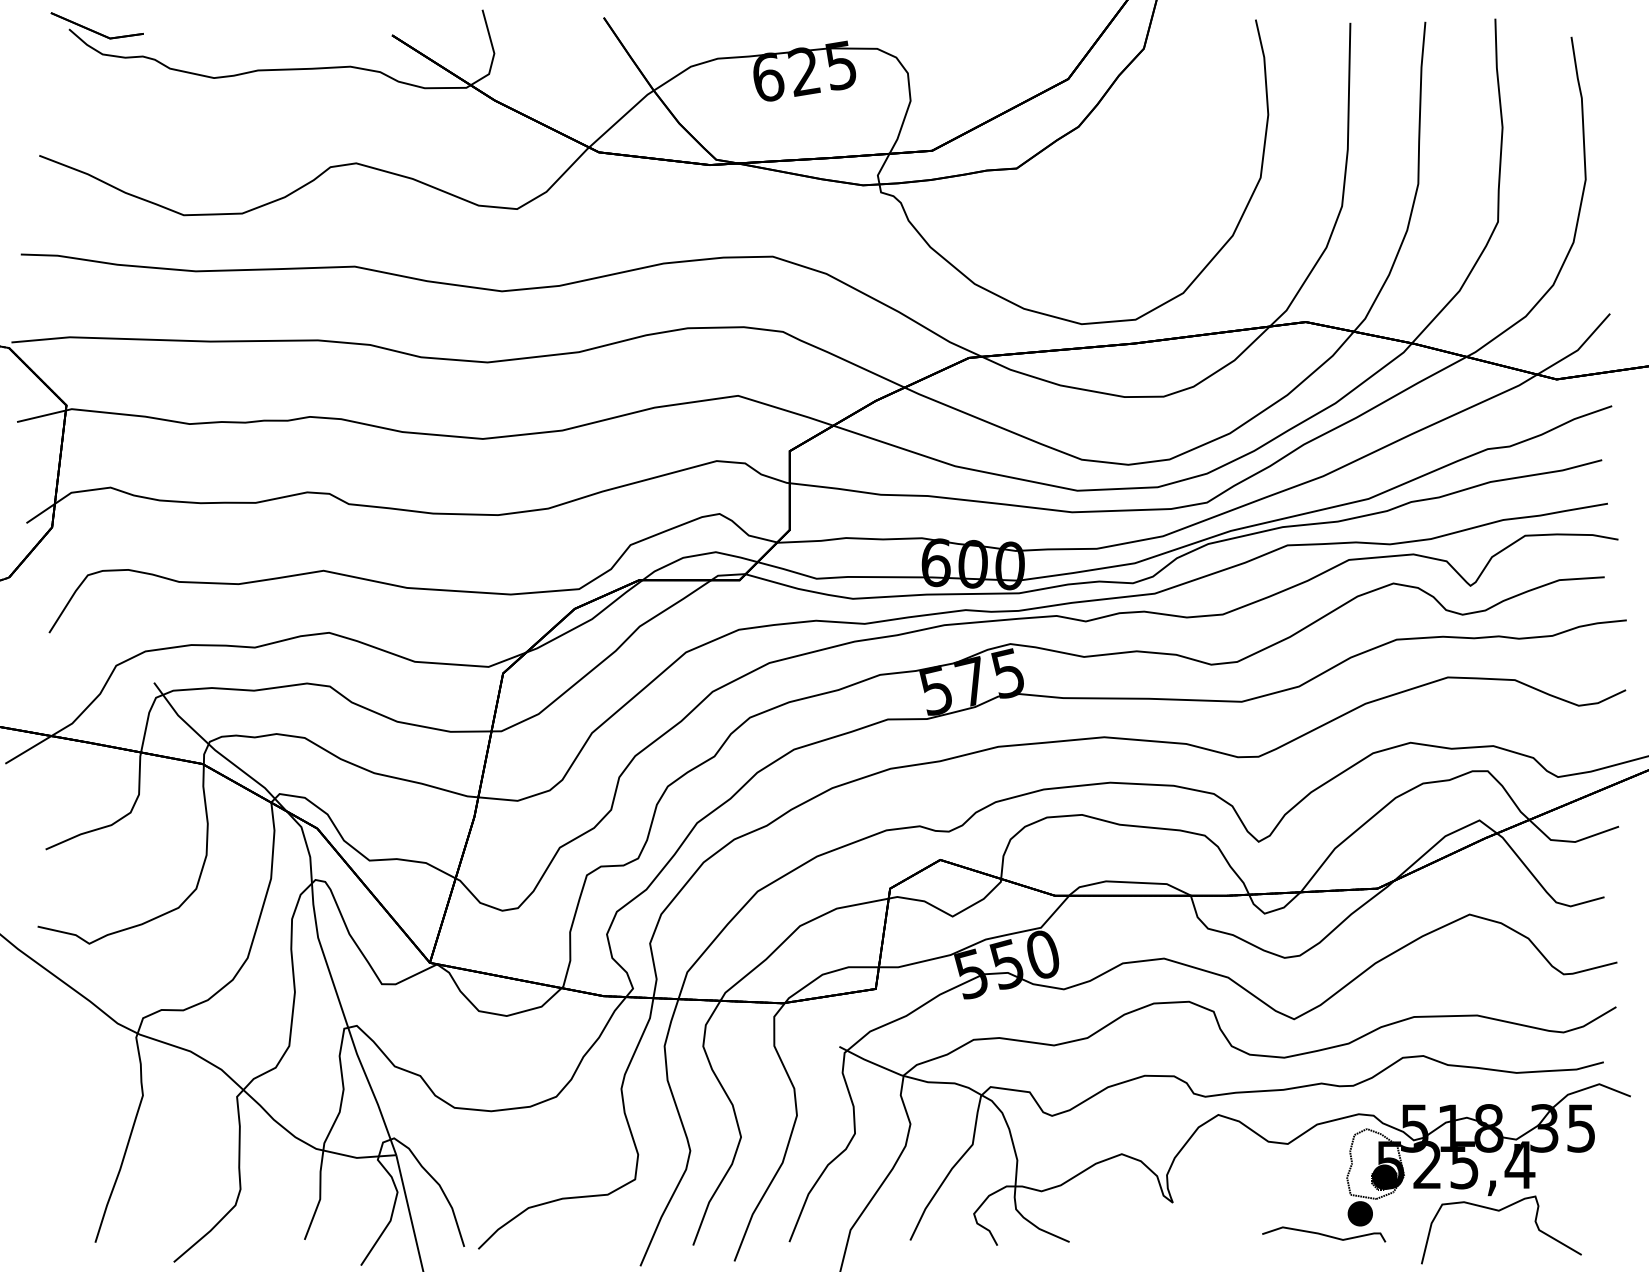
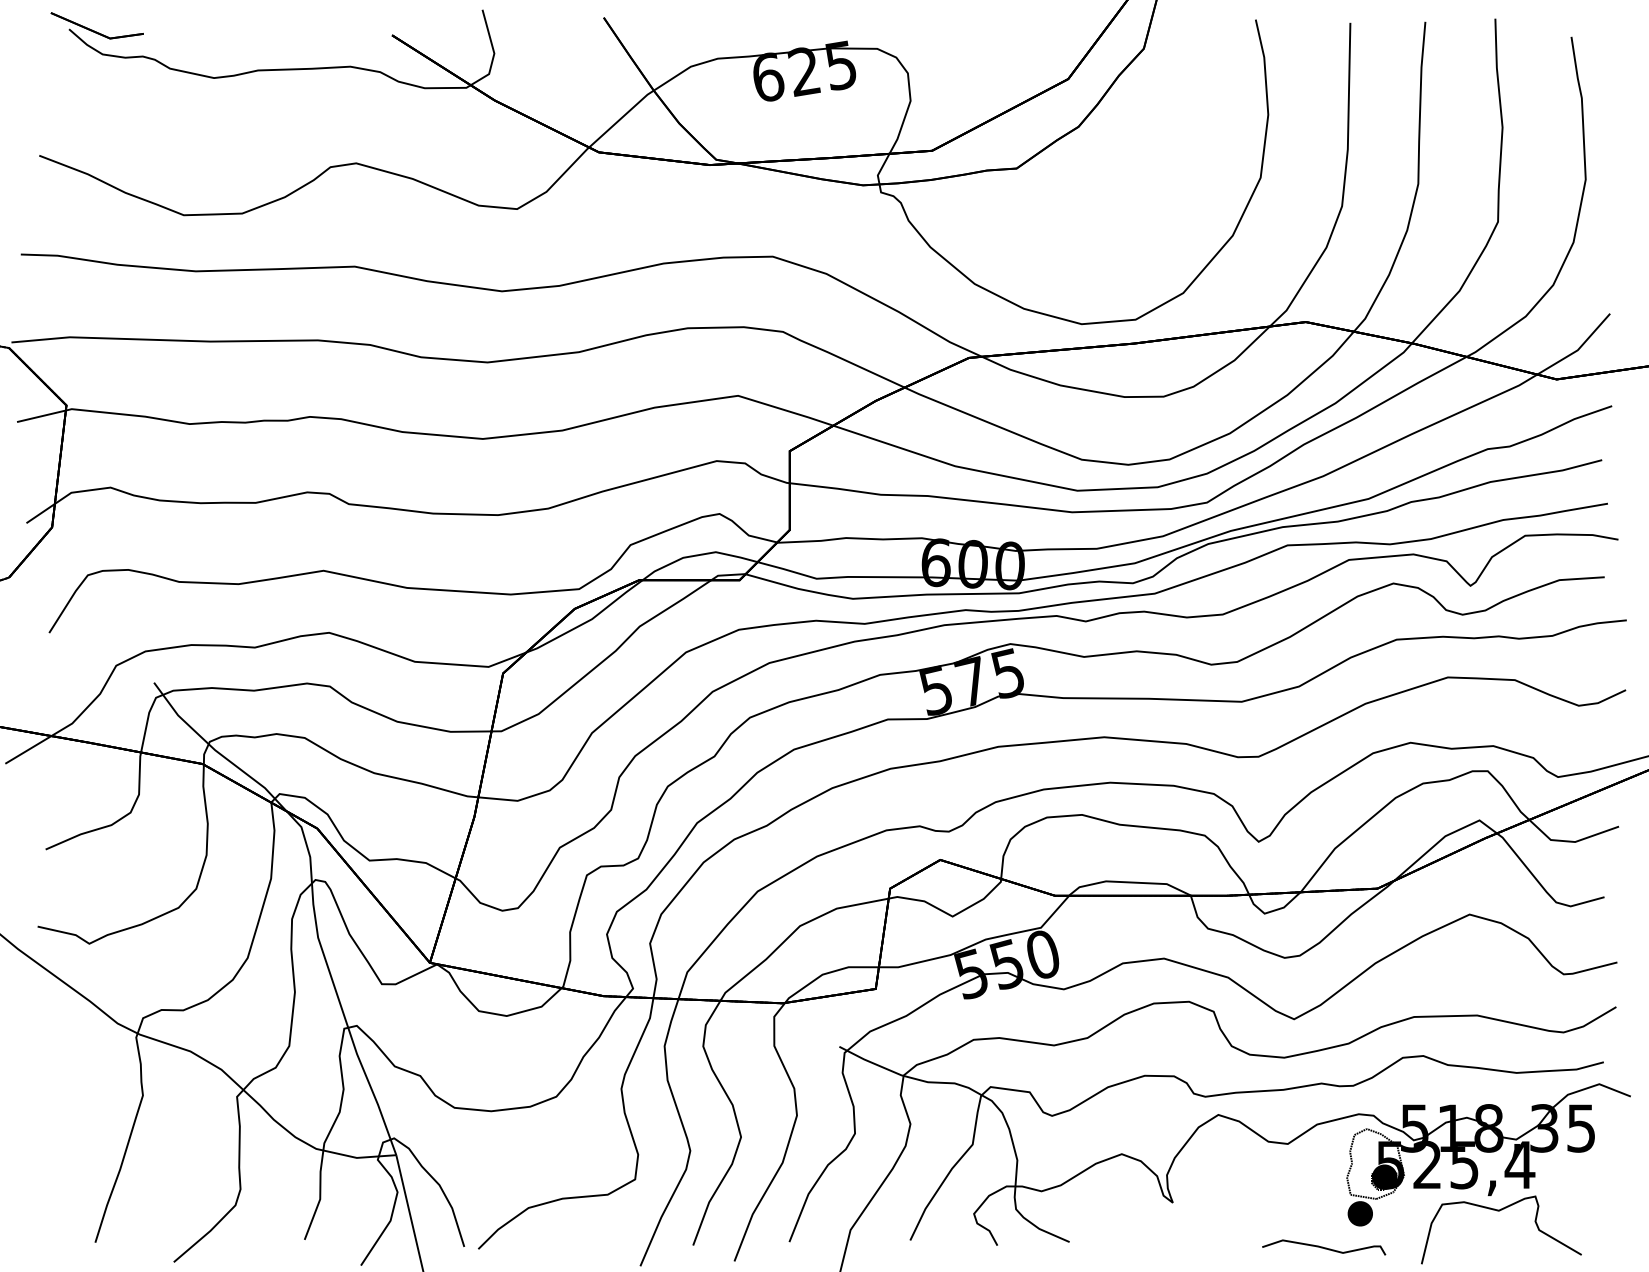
curve at (1324, 1234) position: (1324, 1234) -> (1324, 1247)
